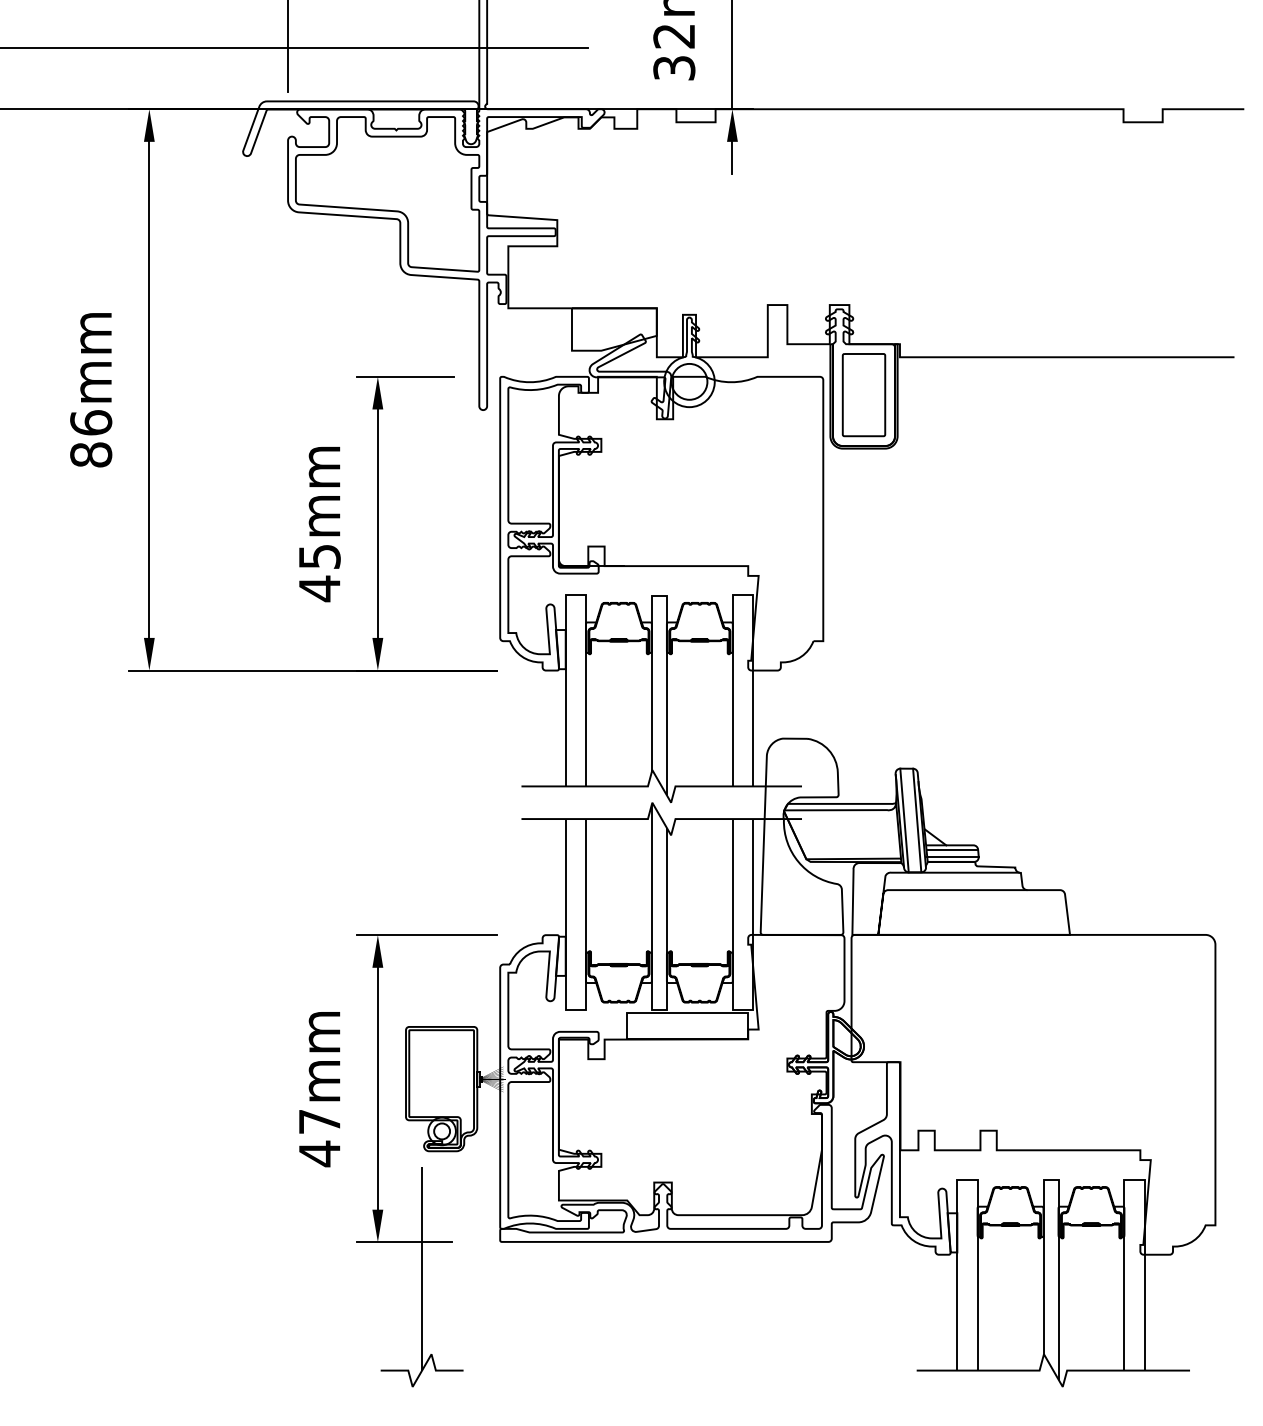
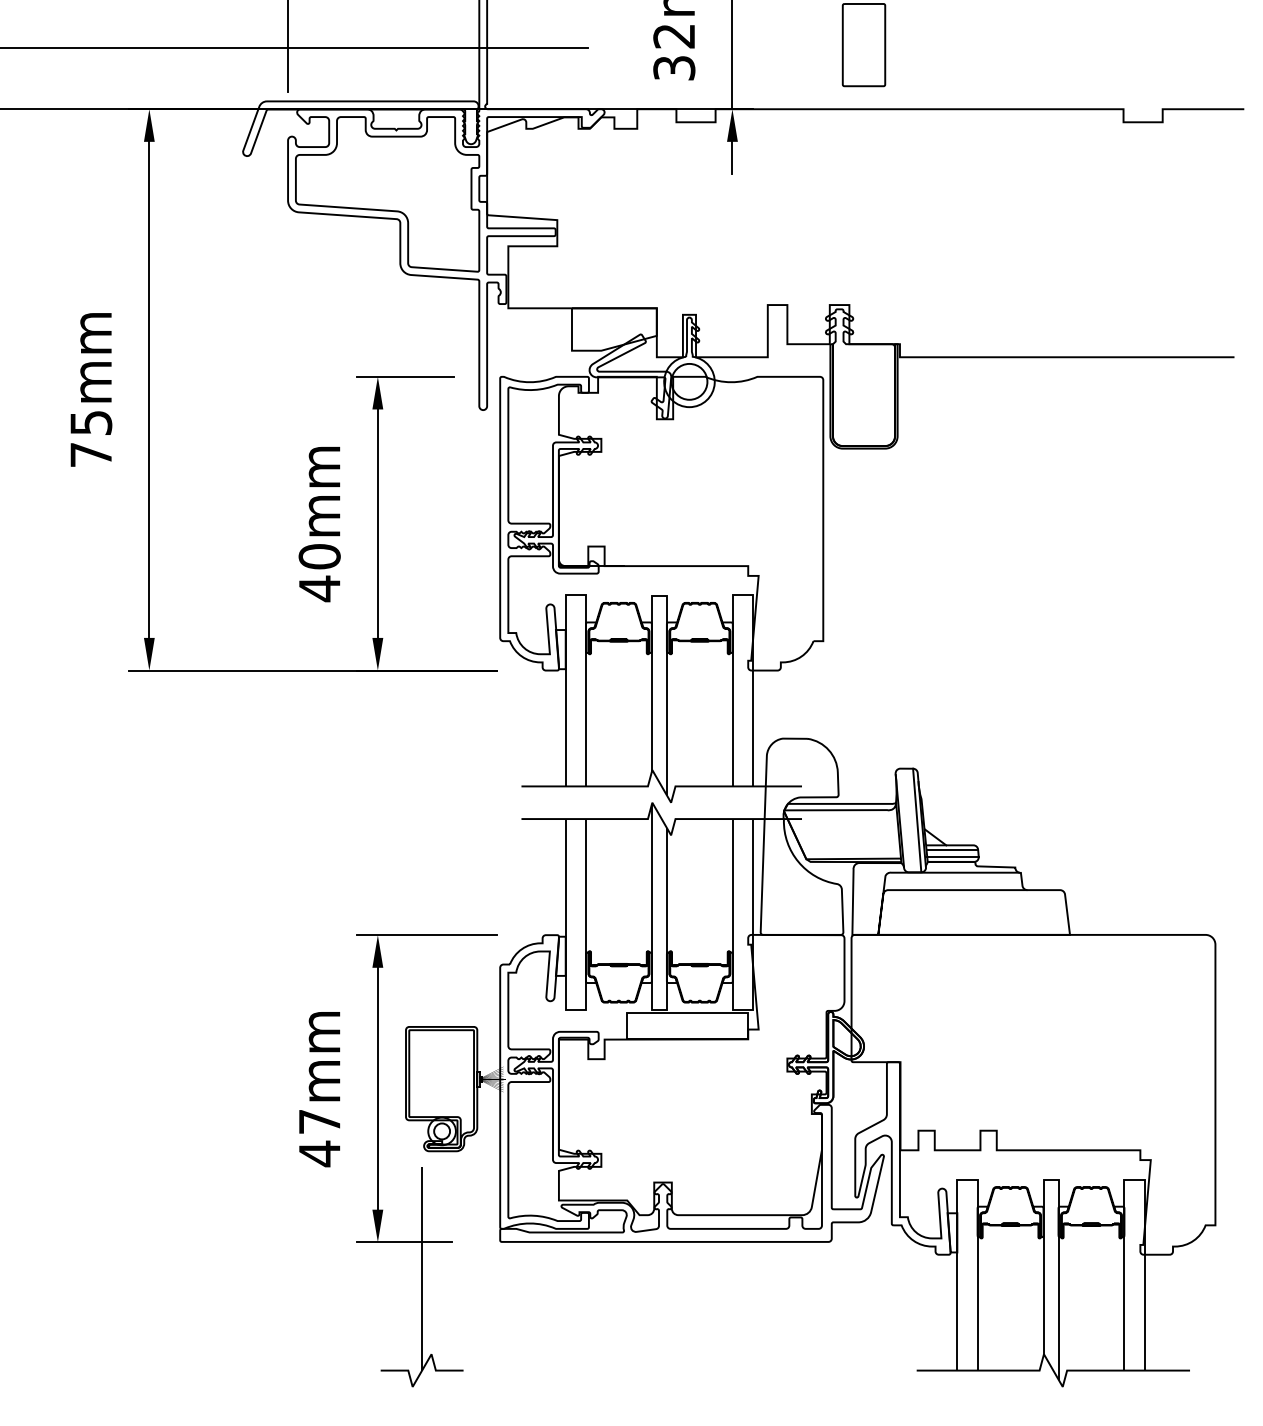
part at (863, 395) position: (863, 395) -> (863, 45)
text at (91, 438): 86mm -> 75mm
text at (319, 556): 45mm -> 40mm
line at (904, 820): present -> none
